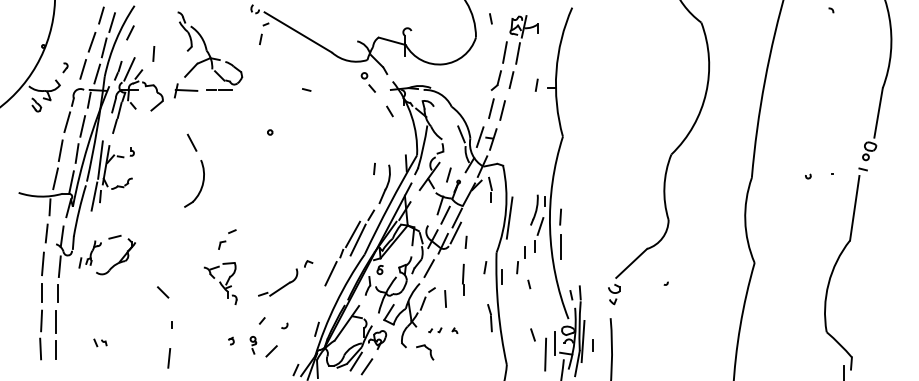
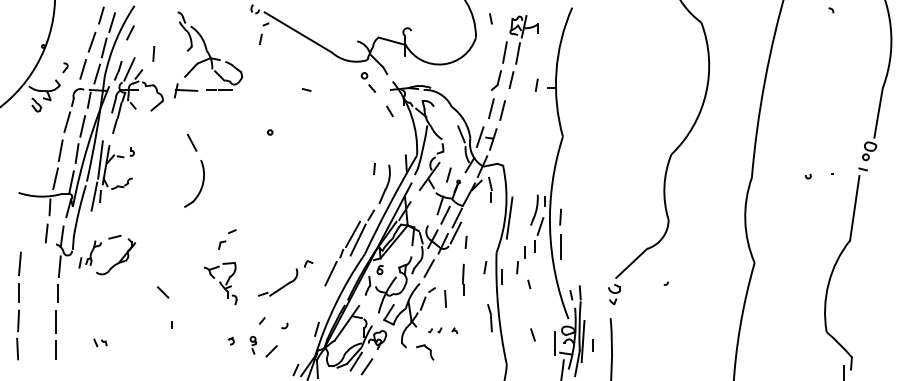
part at (41, 305) position: (41, 305) -> (18, 305)
line at (545, 354): present -> none
line at (169, 358): present -> none
